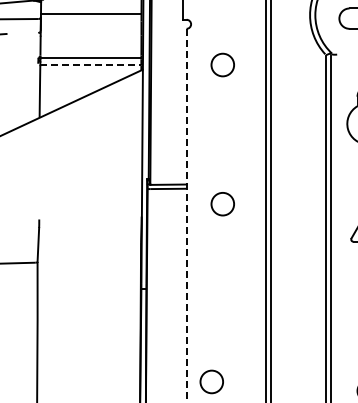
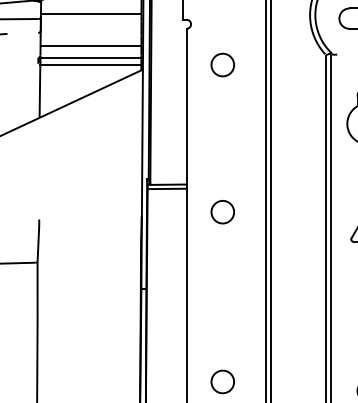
line at (90, 46): none -> present
line at (90, 65): dashed -> solid
circle at (222, 204) position: (222, 204) -> (222, 212)
line at (186, 215): dashed -> solid
circle at (211, 381) position: (211, 381) -> (222, 381)
